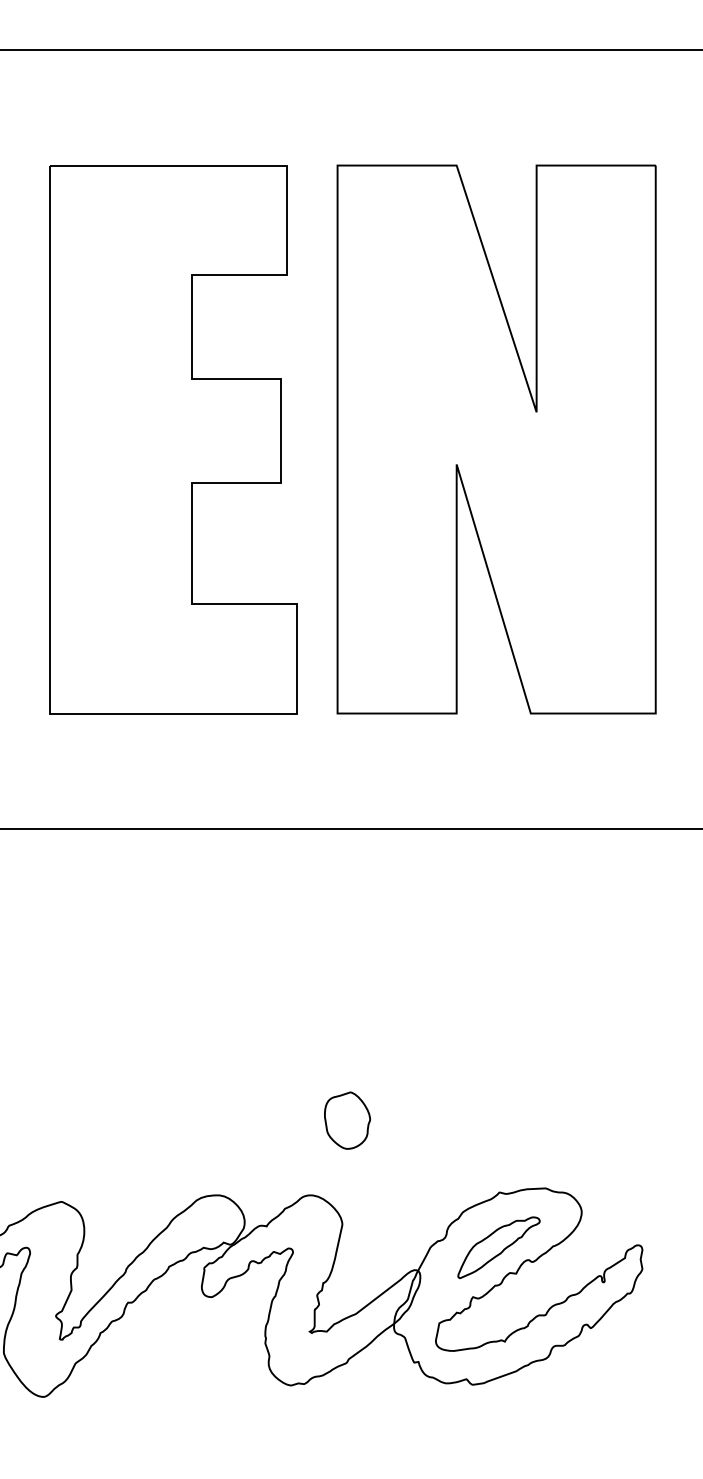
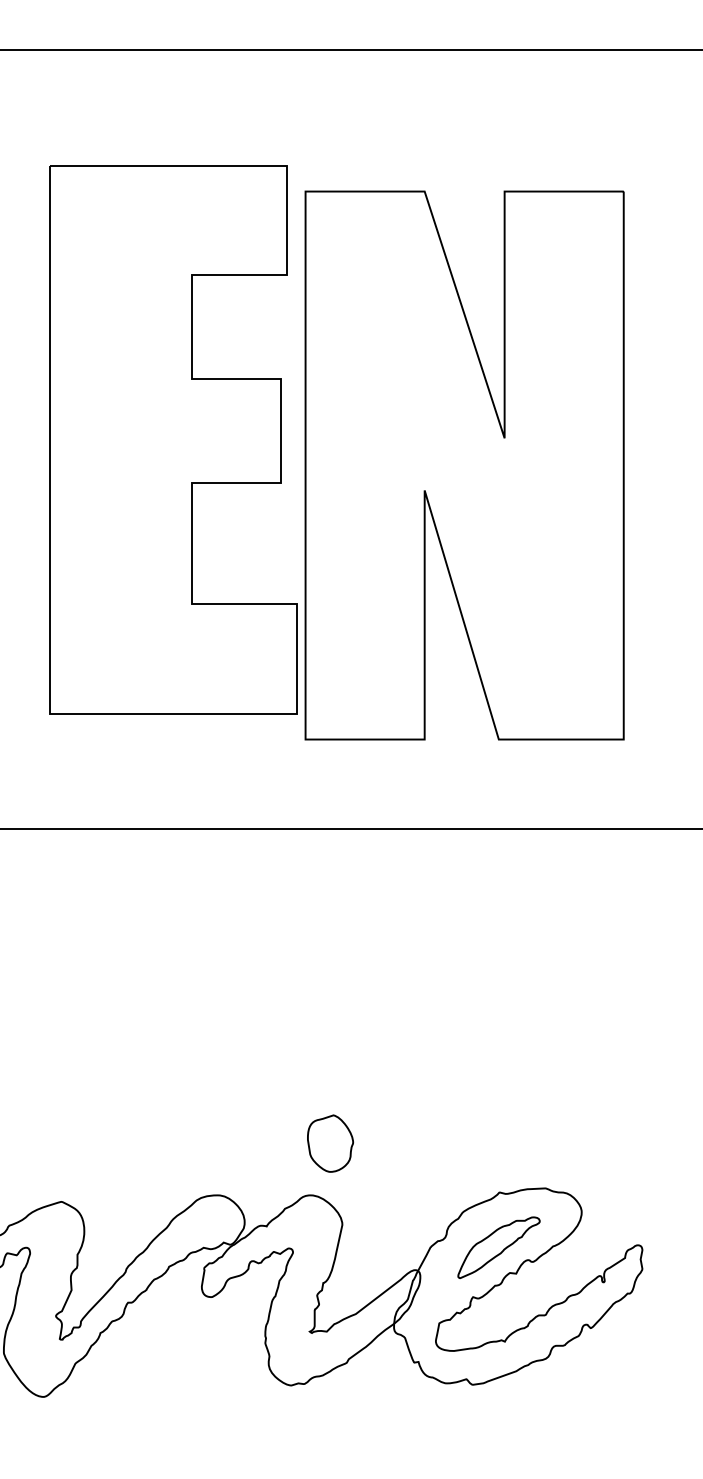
part at (496, 439) position: (496, 439) -> (464, 465)
part at (347, 1120) position: (347, 1120) -> (330, 1143)
